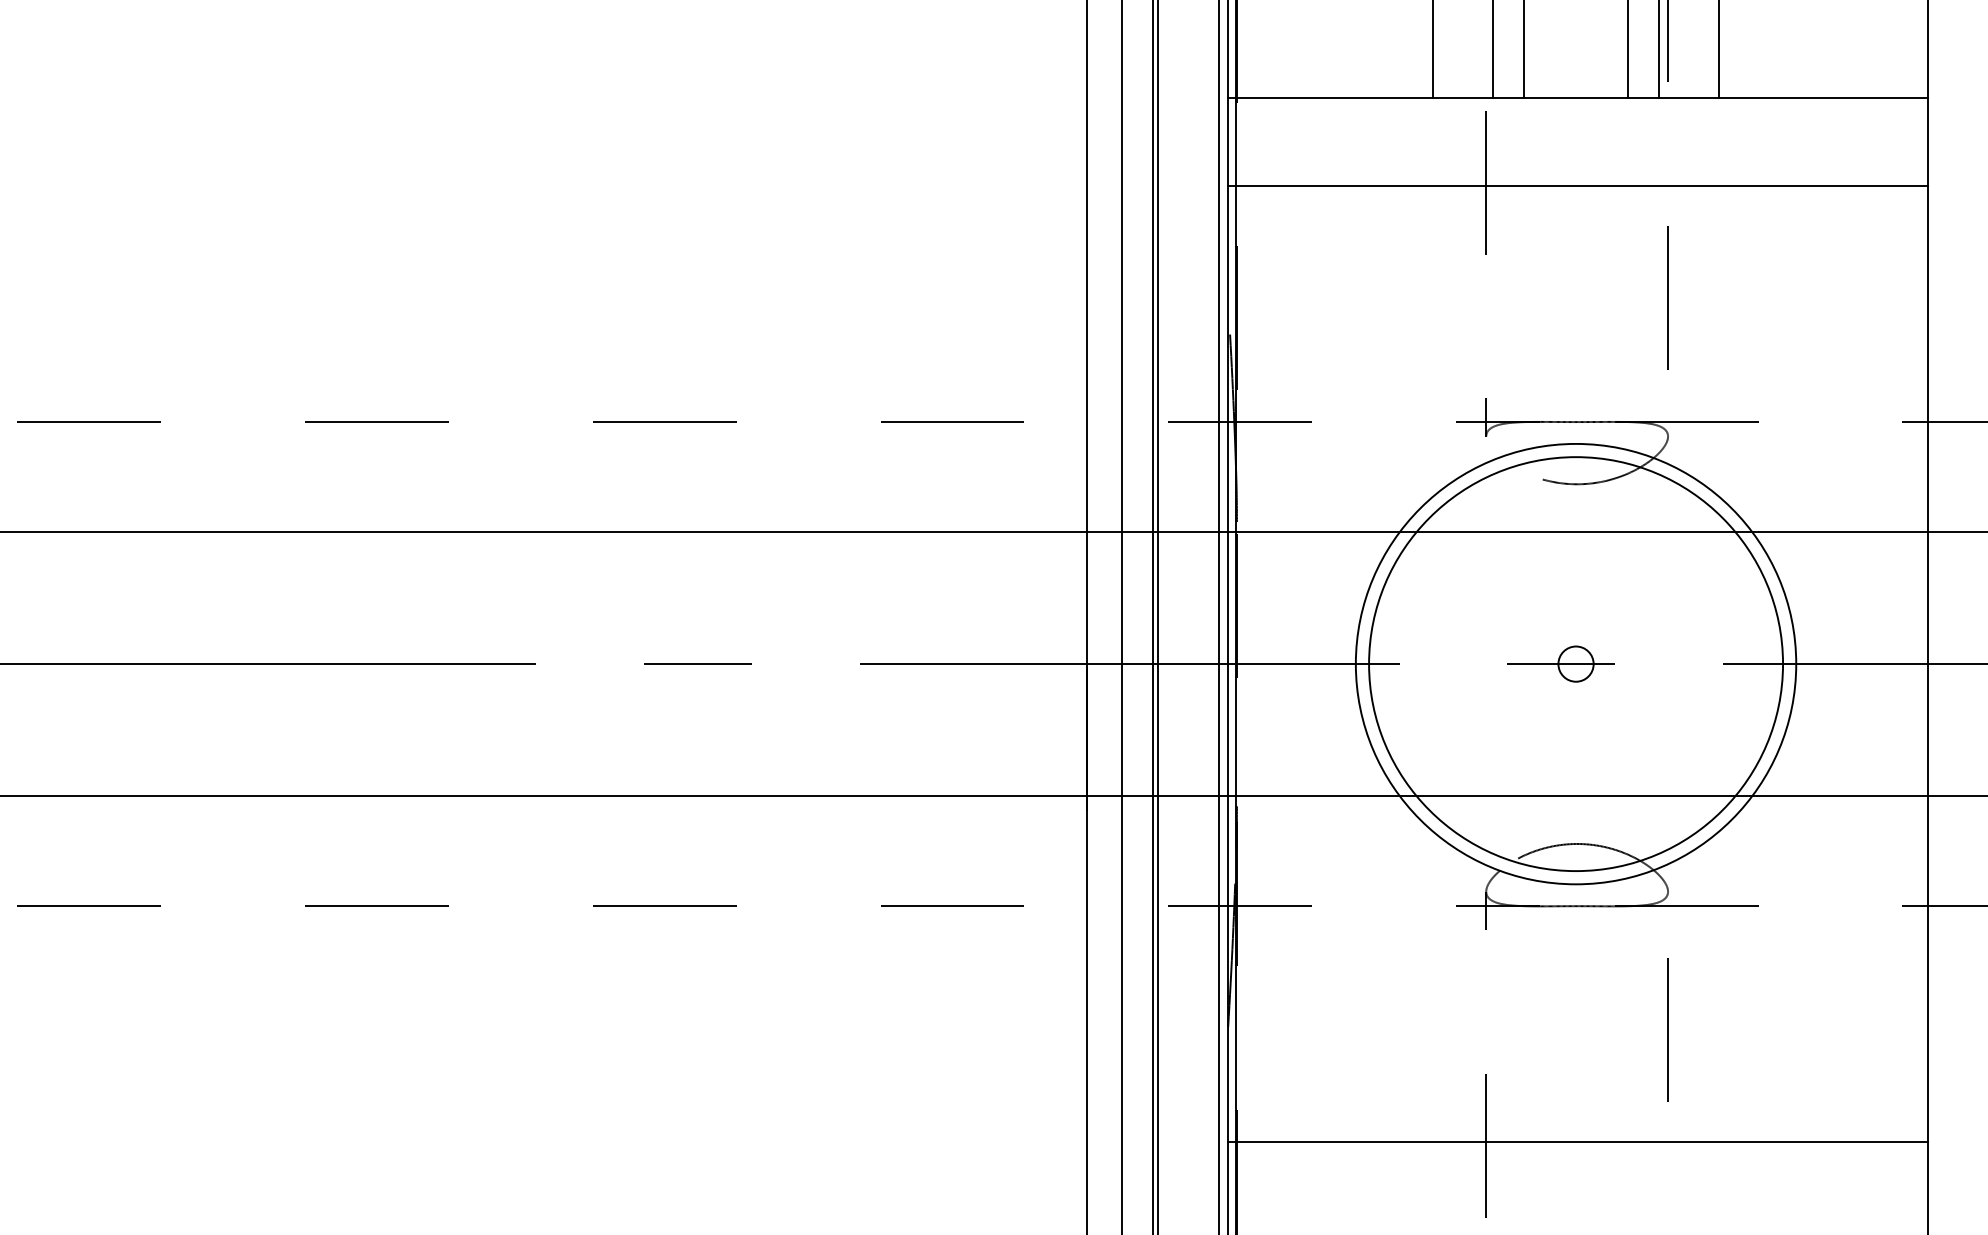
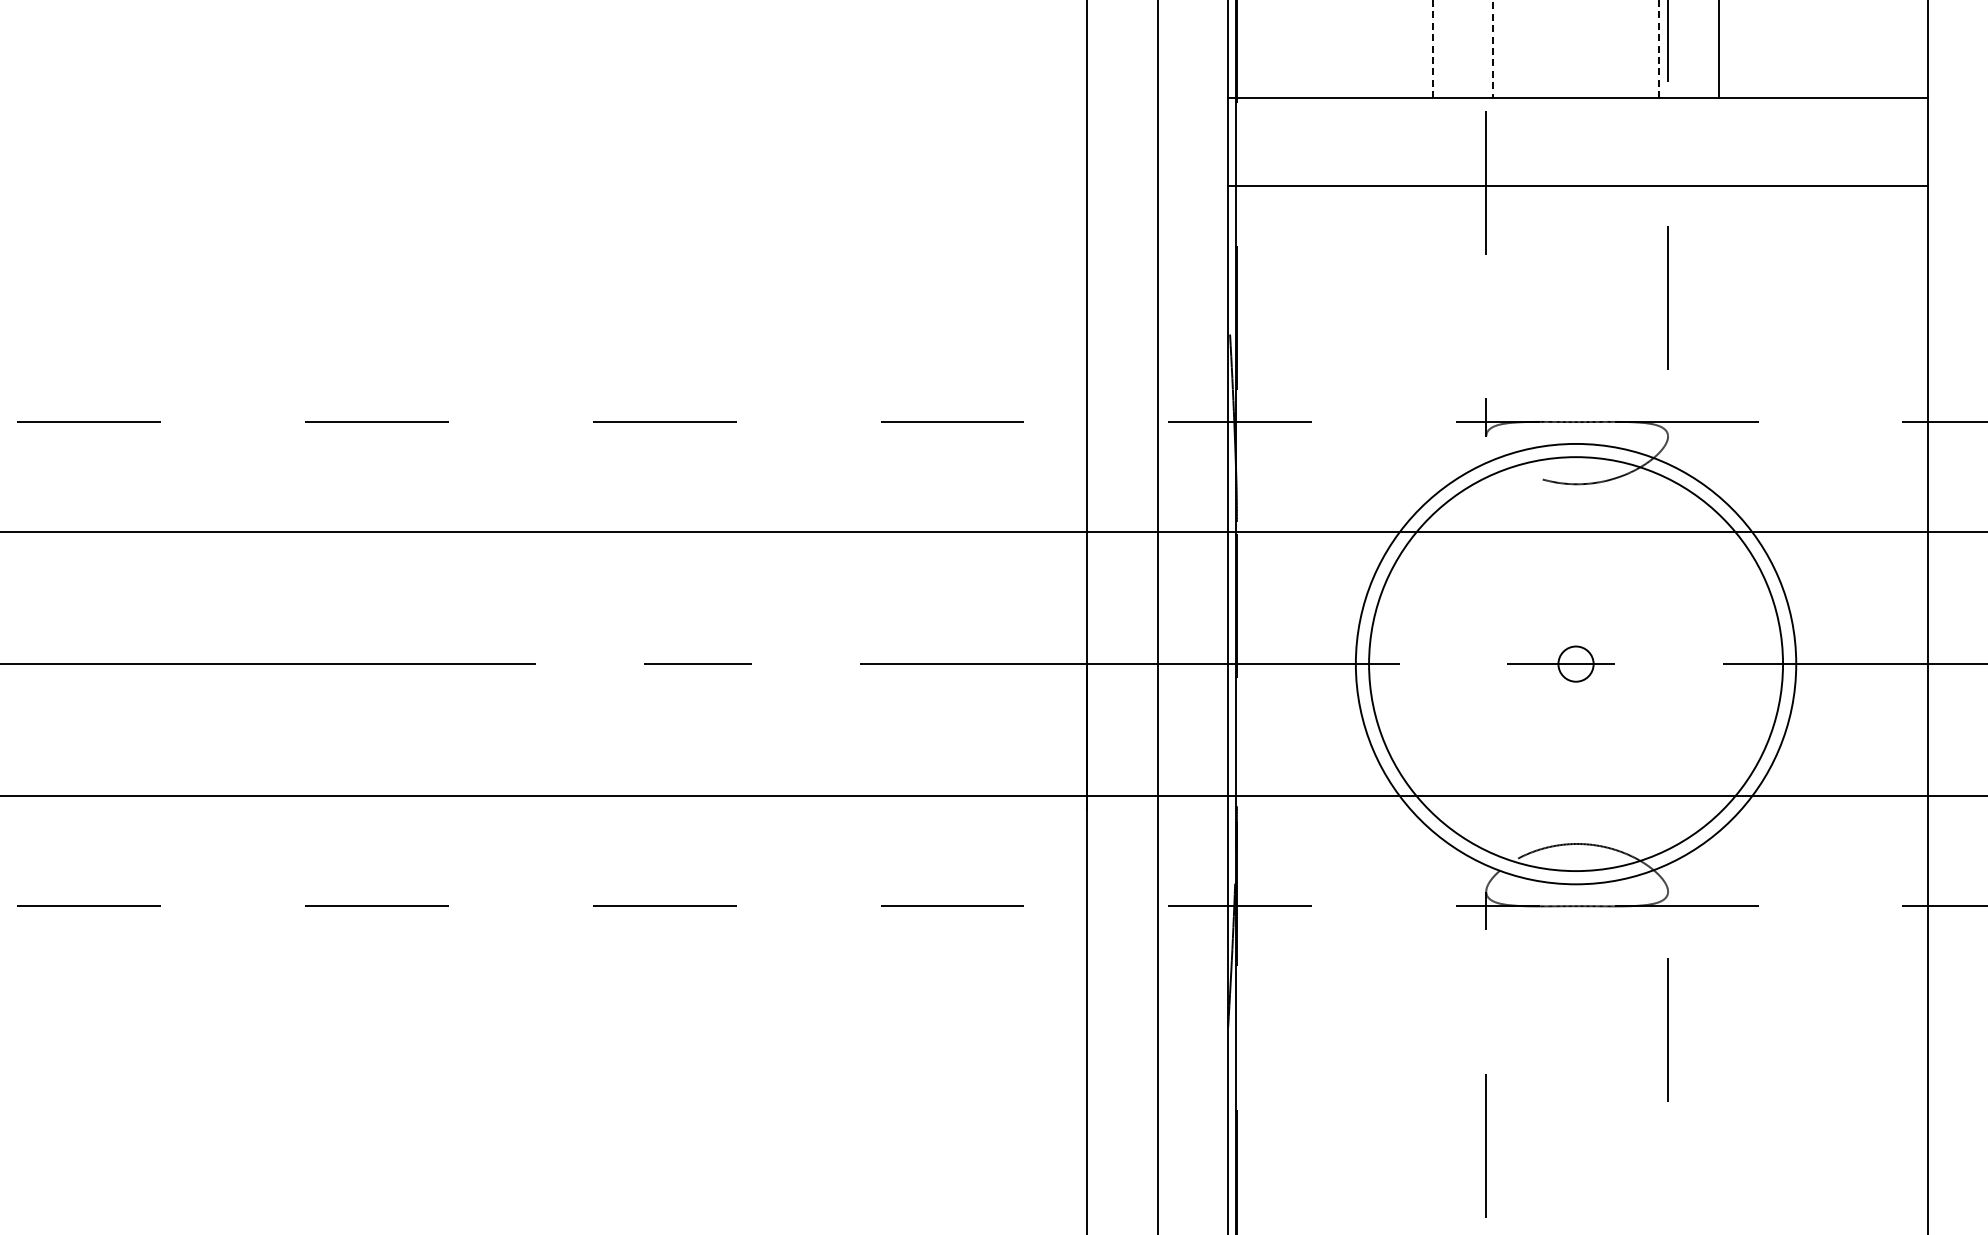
line at (1433, 49): solid -> dashed
line at (1493, 49): solid -> dashed
line at (1658, 49): solid -> dashed
line at (1524, 50): present -> none
line at (1627, 50): present -> none
line at (1122, 616): present -> none
line at (1153, 616): present -> none
line at (1219, 616): present -> none
line at (1578, 1141): present -> none
